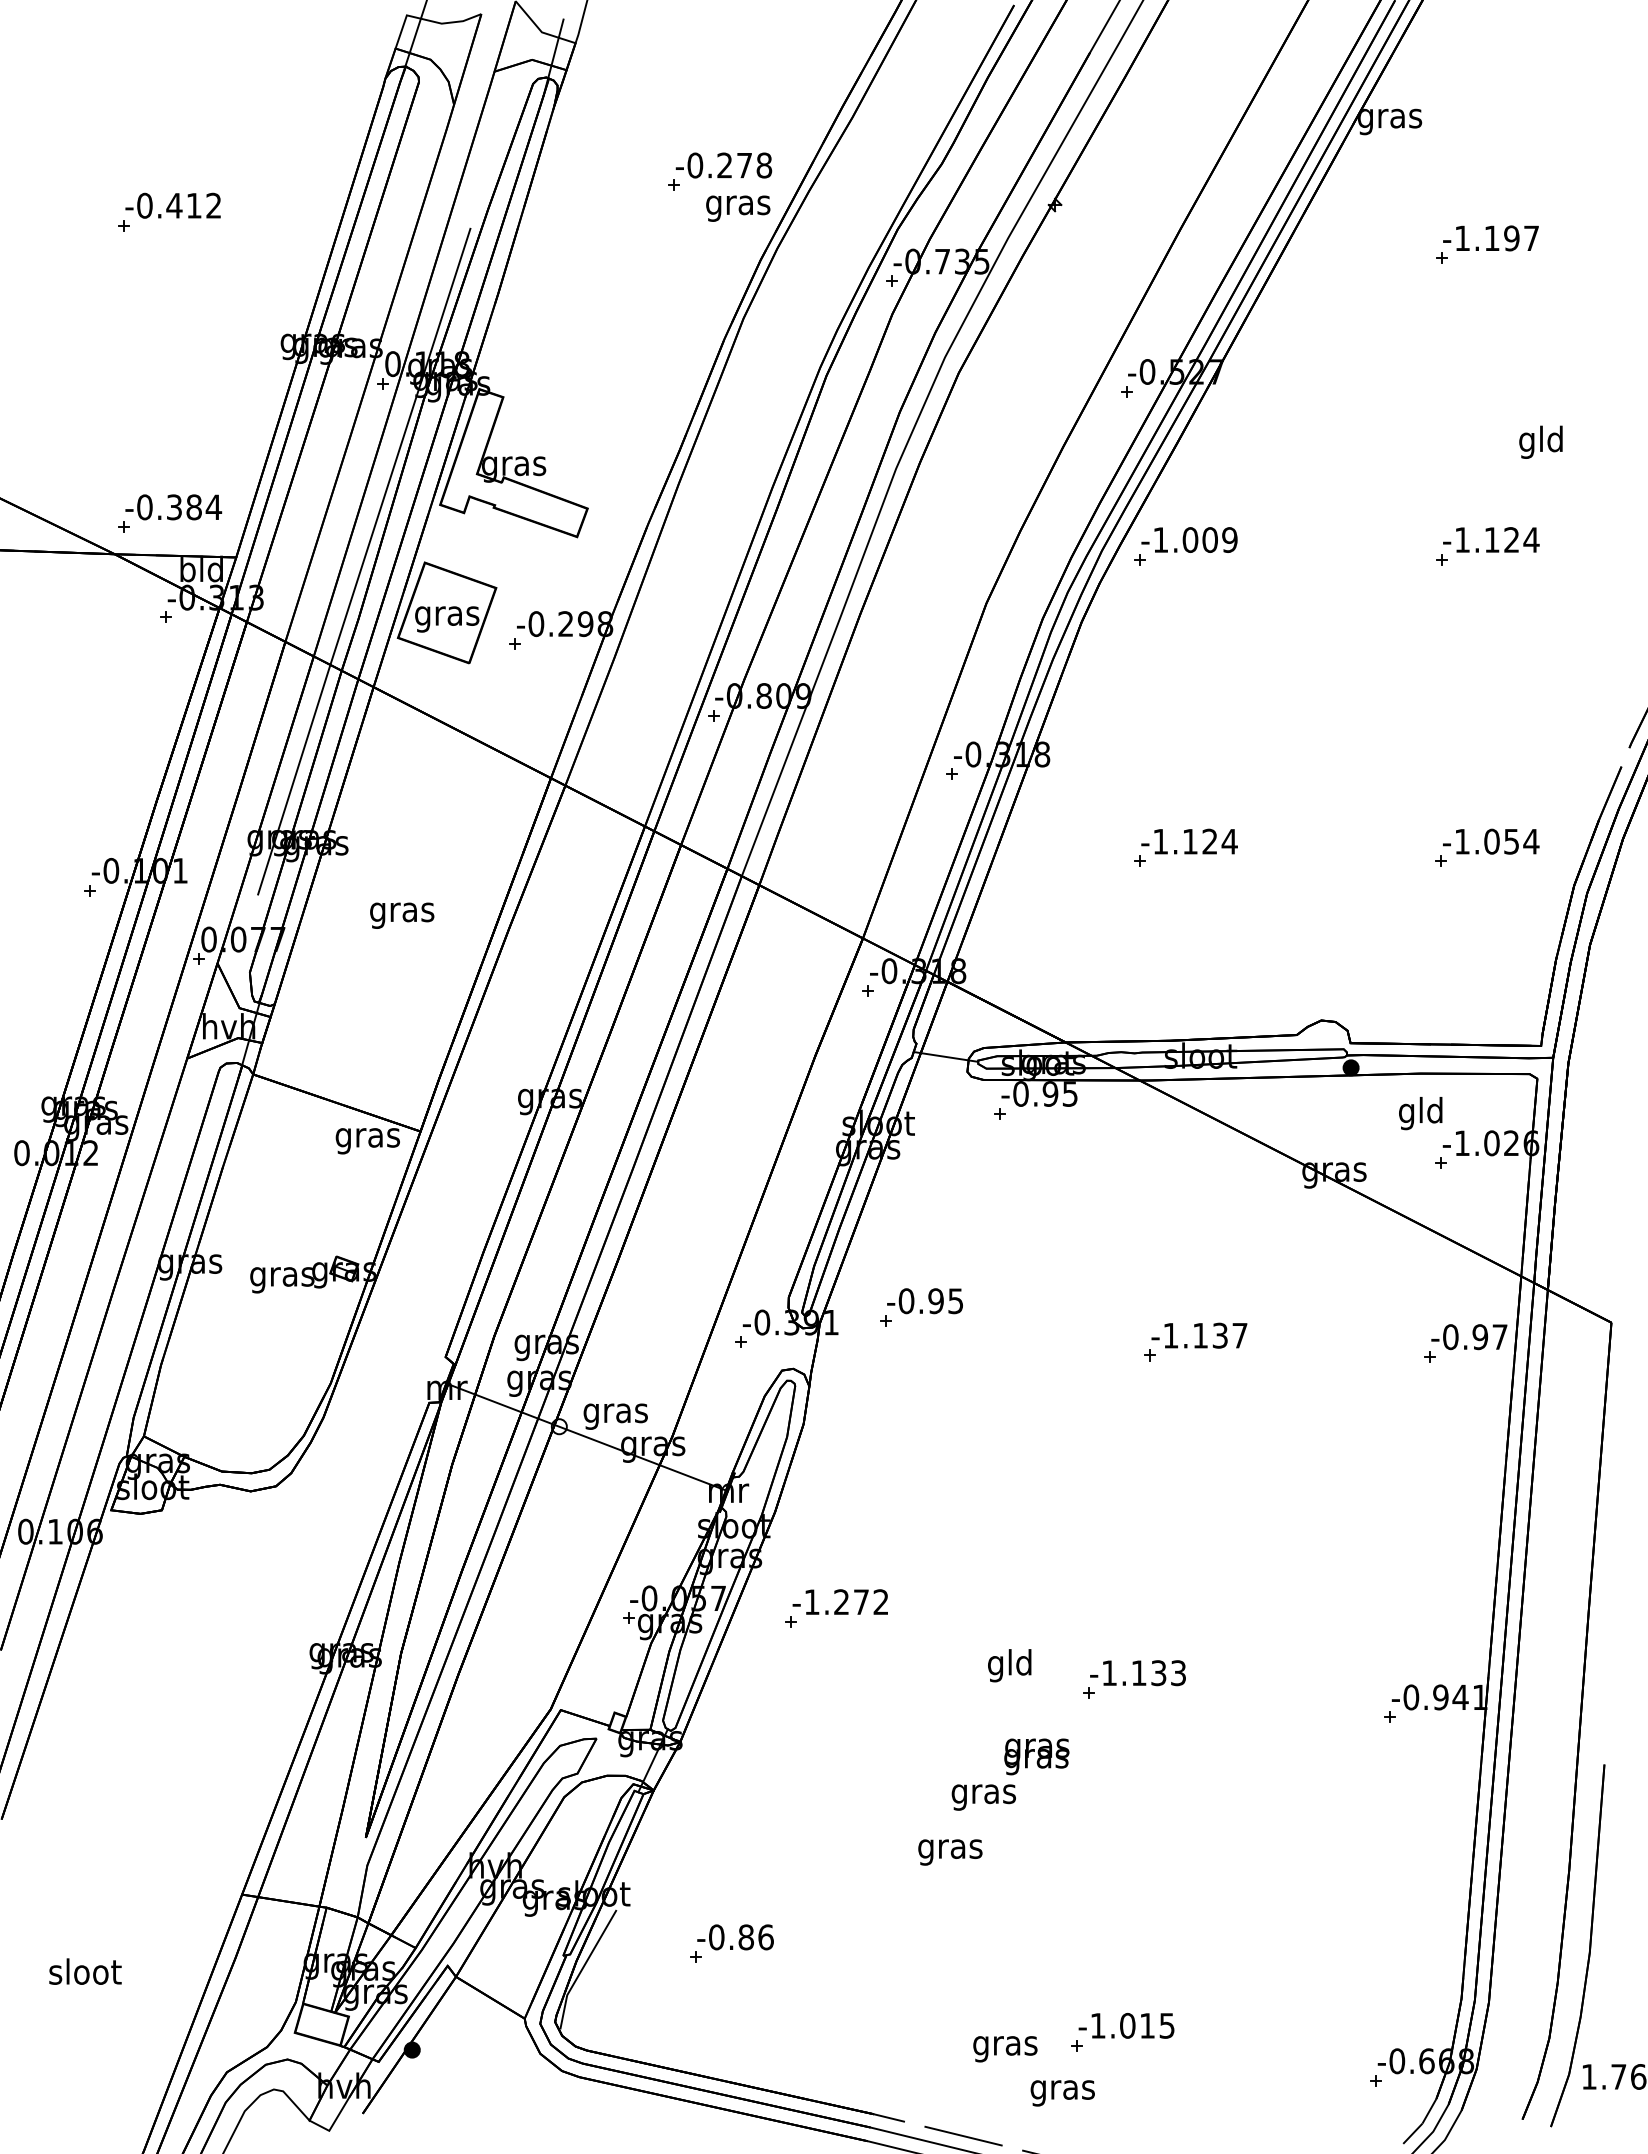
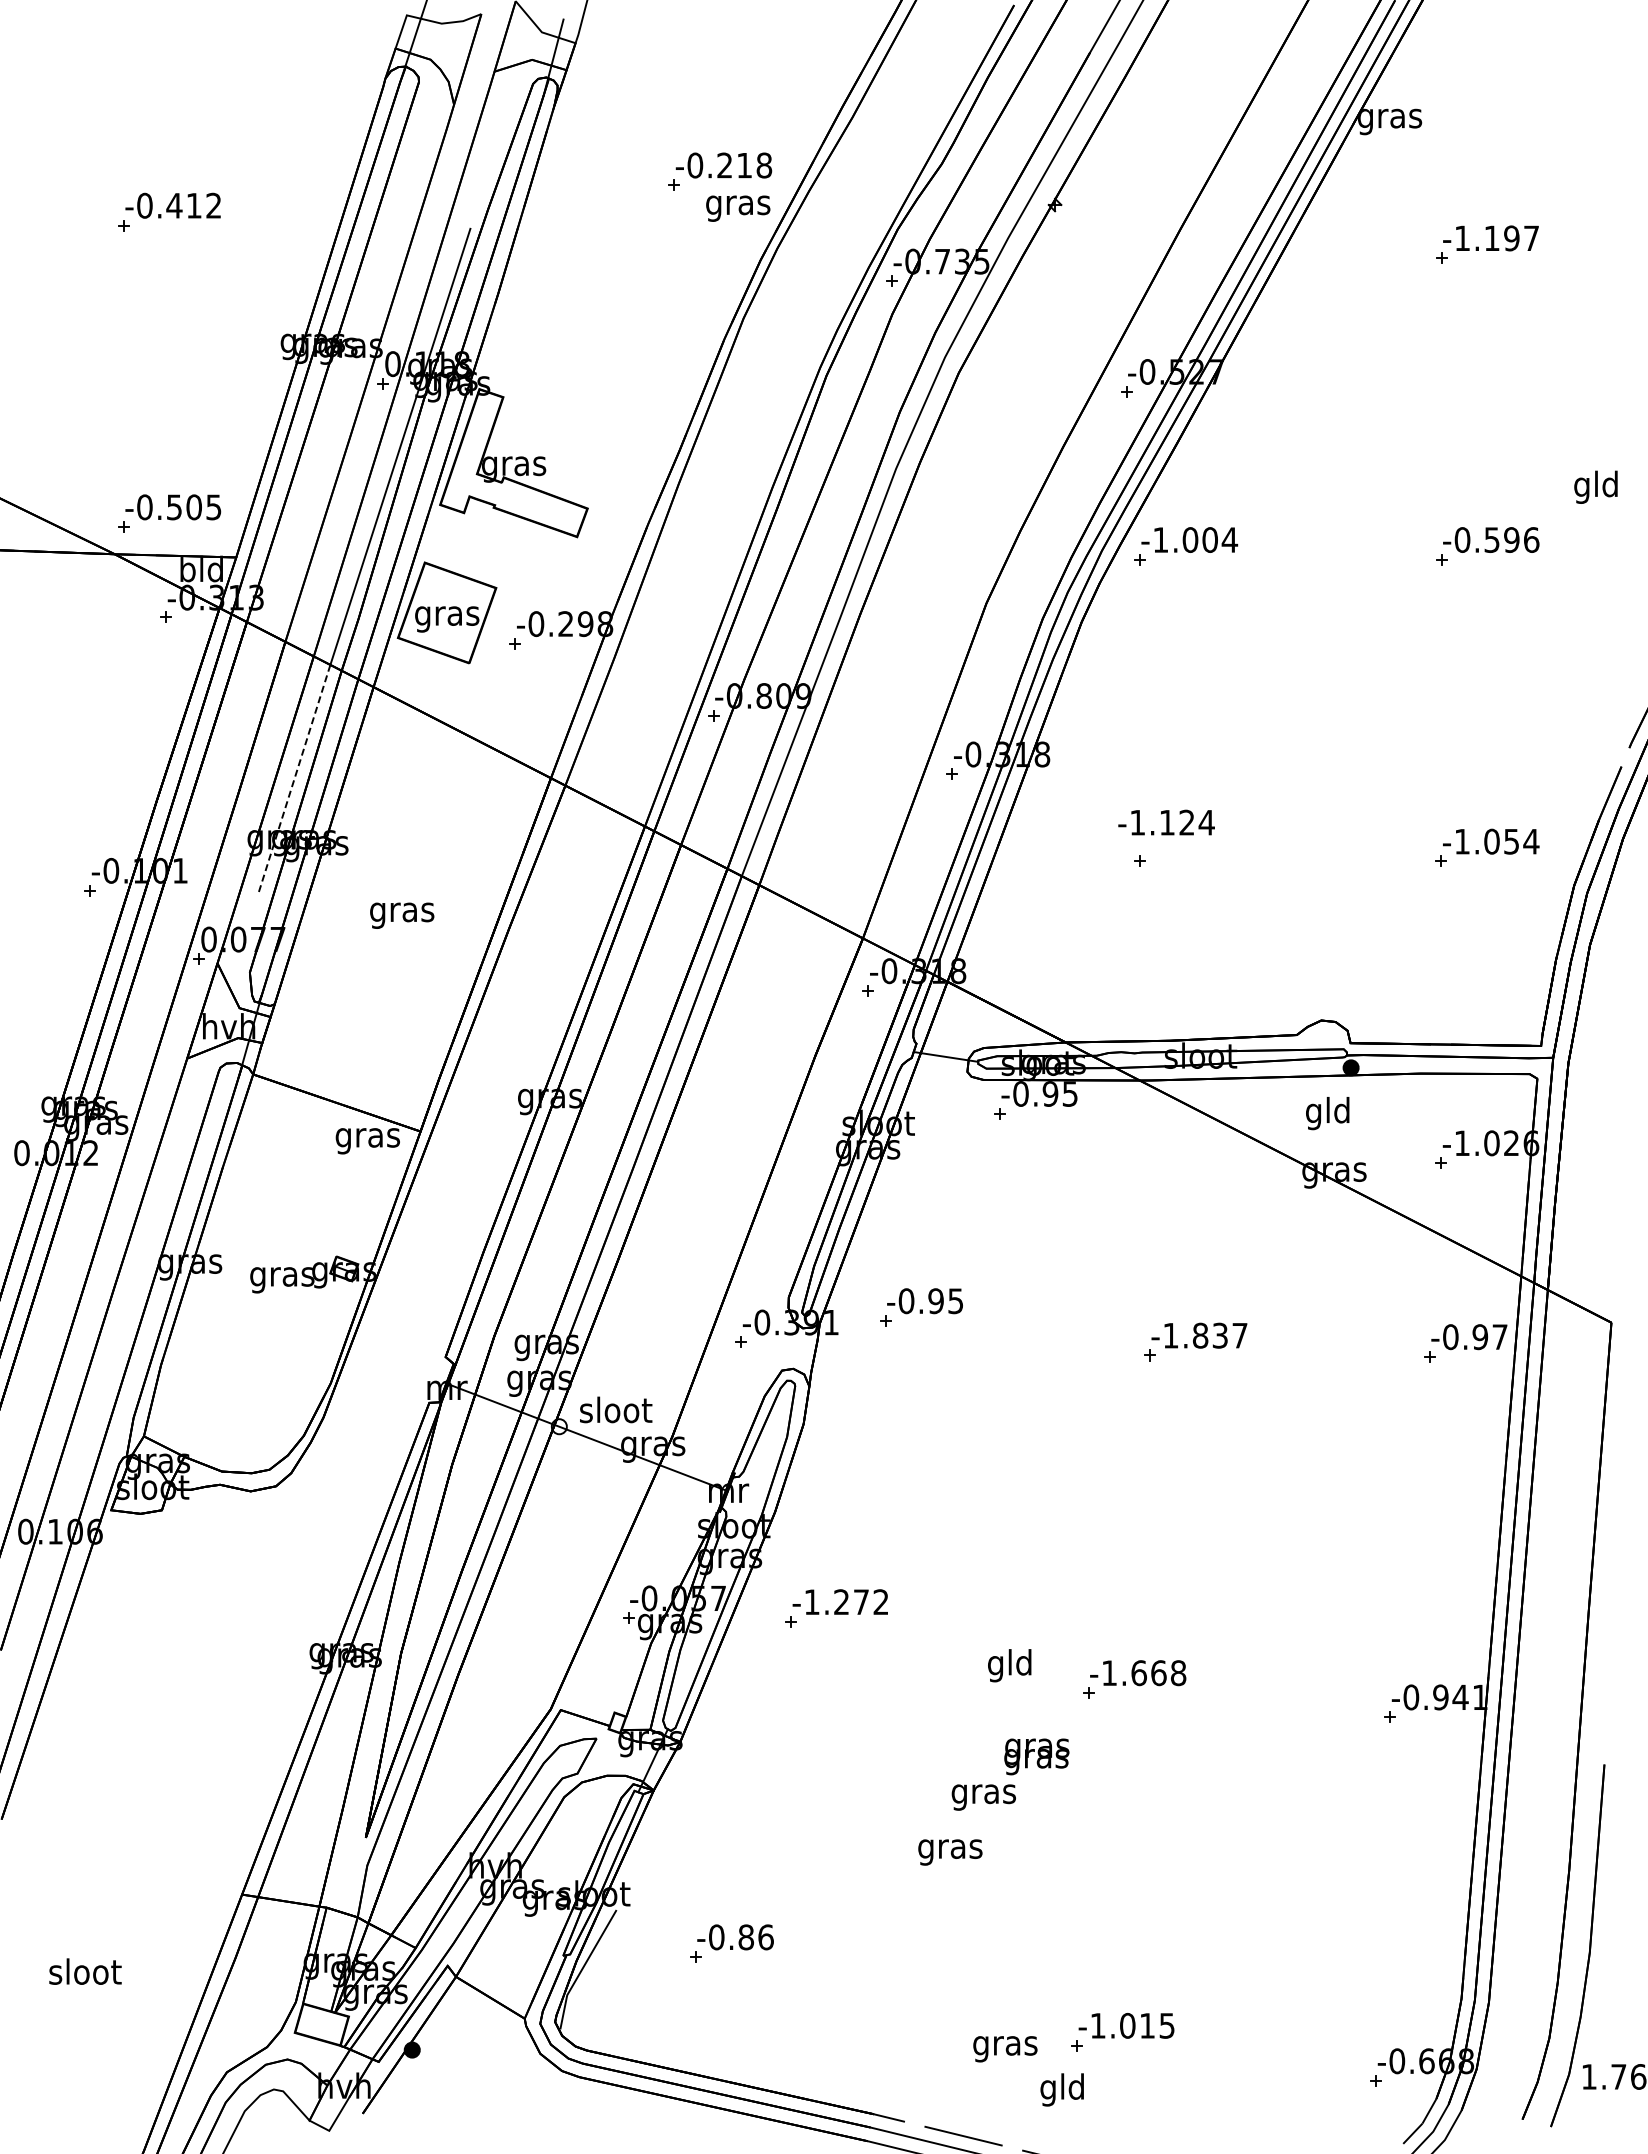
text at (744, 165): -0.278 -> -0.218
text at (1540, 441) position: (1540, 441) -> (1595, 486)
text at (194, 507): -0.384 -> -0.505
text at (1229, 539): -1.009 -> -1.004
text at (1496, 539): -1.124 -> -0.596
line at (294, 780): solid -> dashed
text at (1189, 841) position: (1189, 841) -> (1166, 822)
text at (1420, 1113) position: (1420, 1113) -> (1327, 1113)
text at (1200, 1335): -1.137 -> -1.837
text at (616, 1412): gras -> sloot
text at (1158, 1673): -1.133 -> -1.668
text at (1062, 2089): gras -> gld
